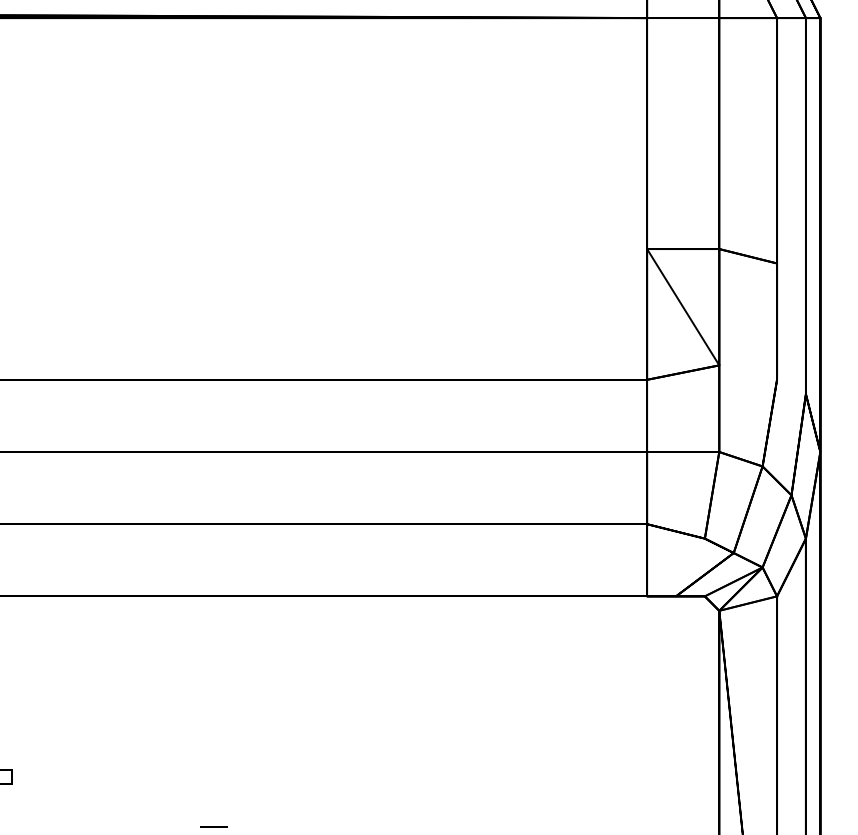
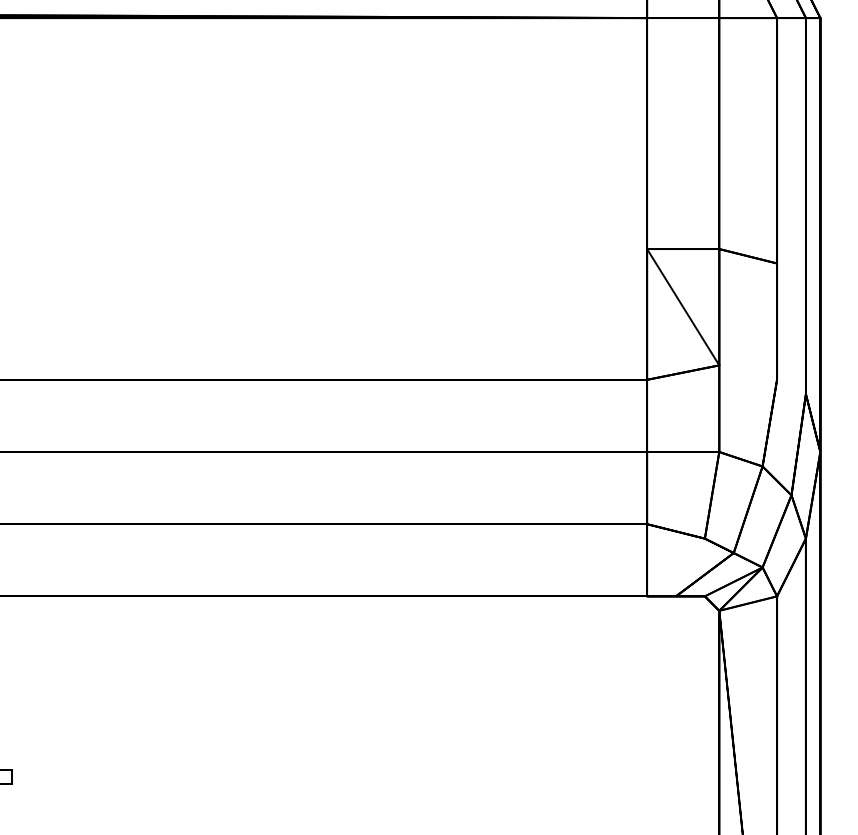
line at (213, 826): present -> none
